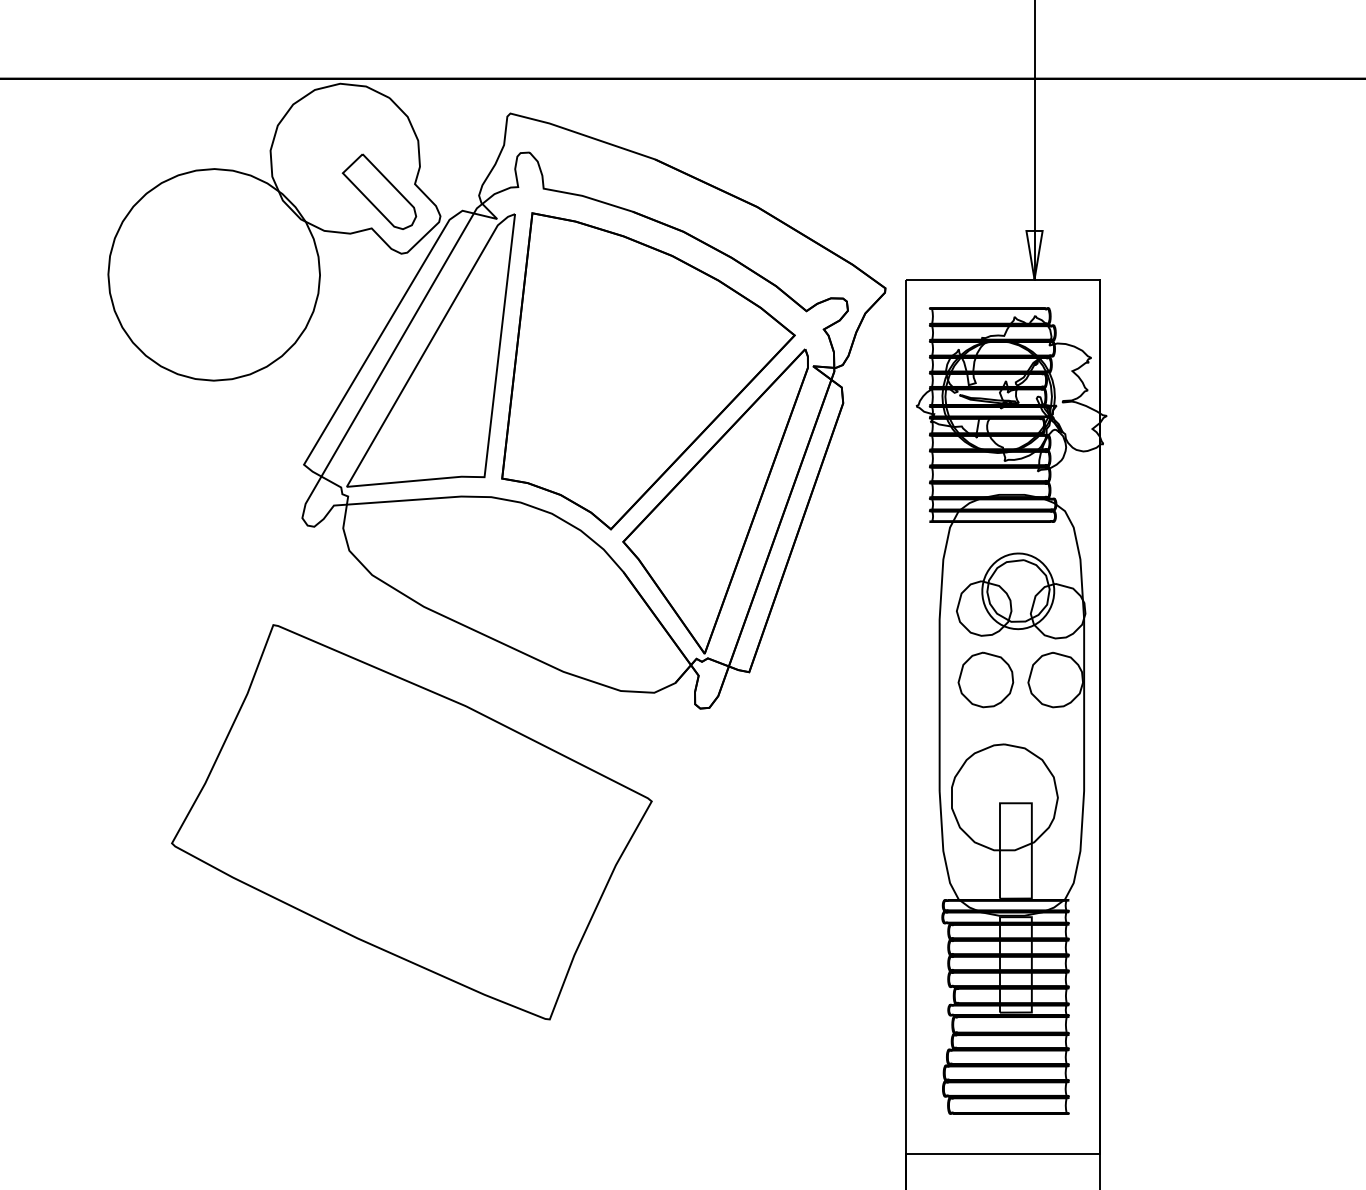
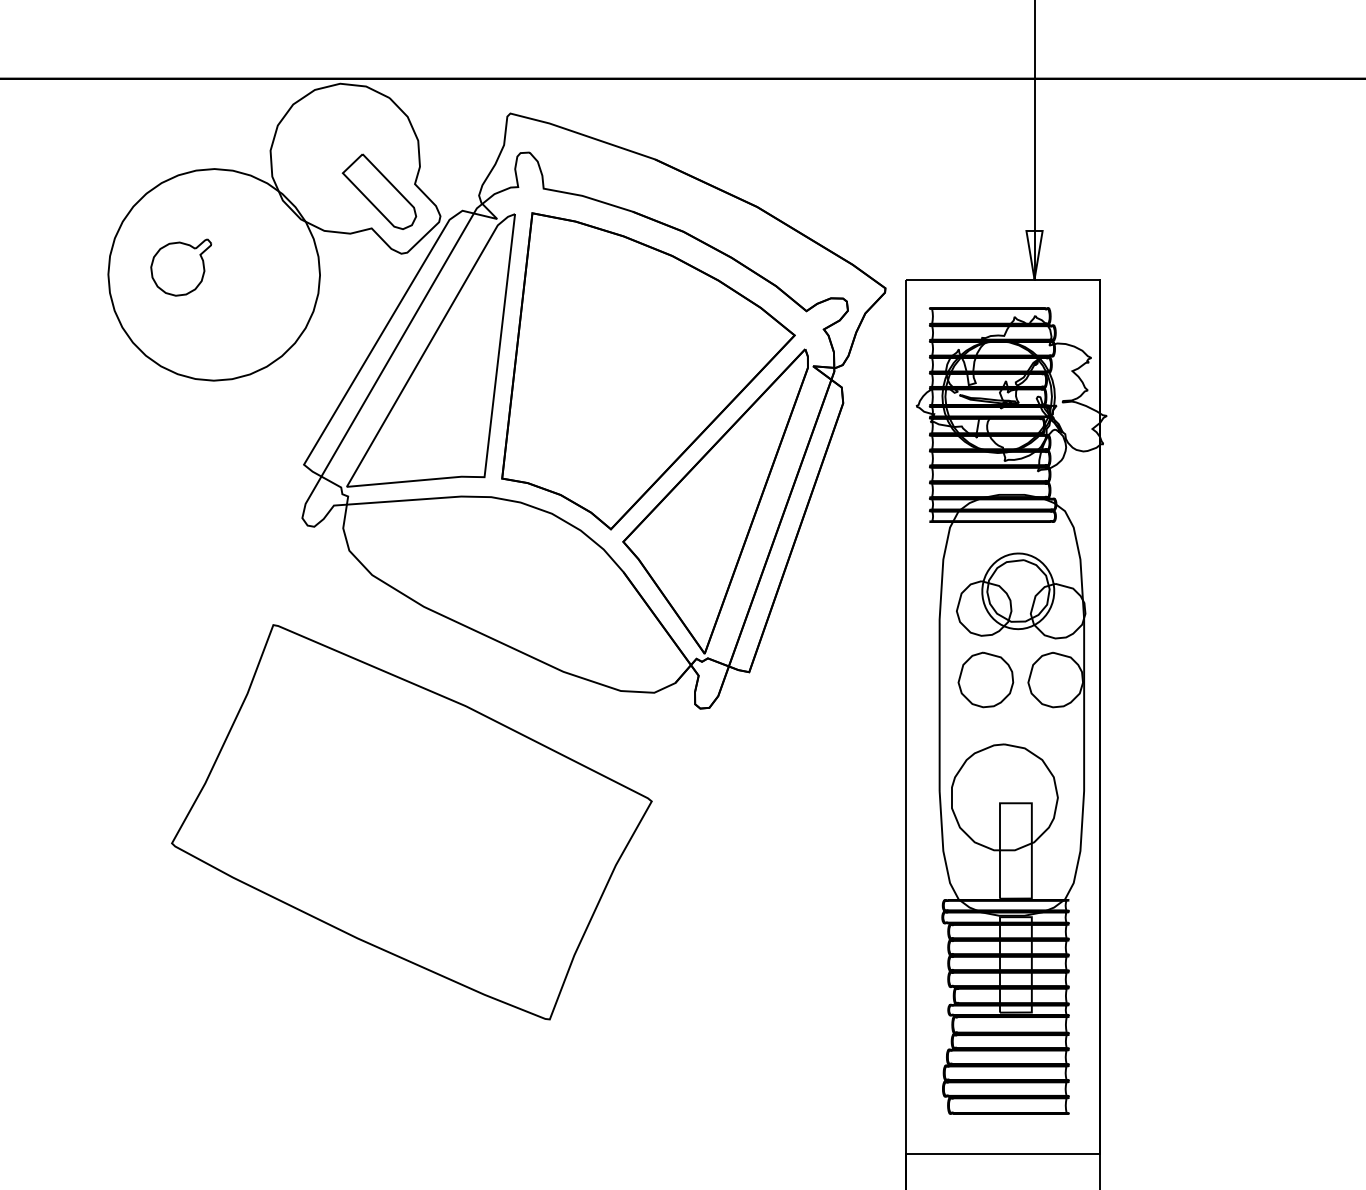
part at (181, 267): none -> present
